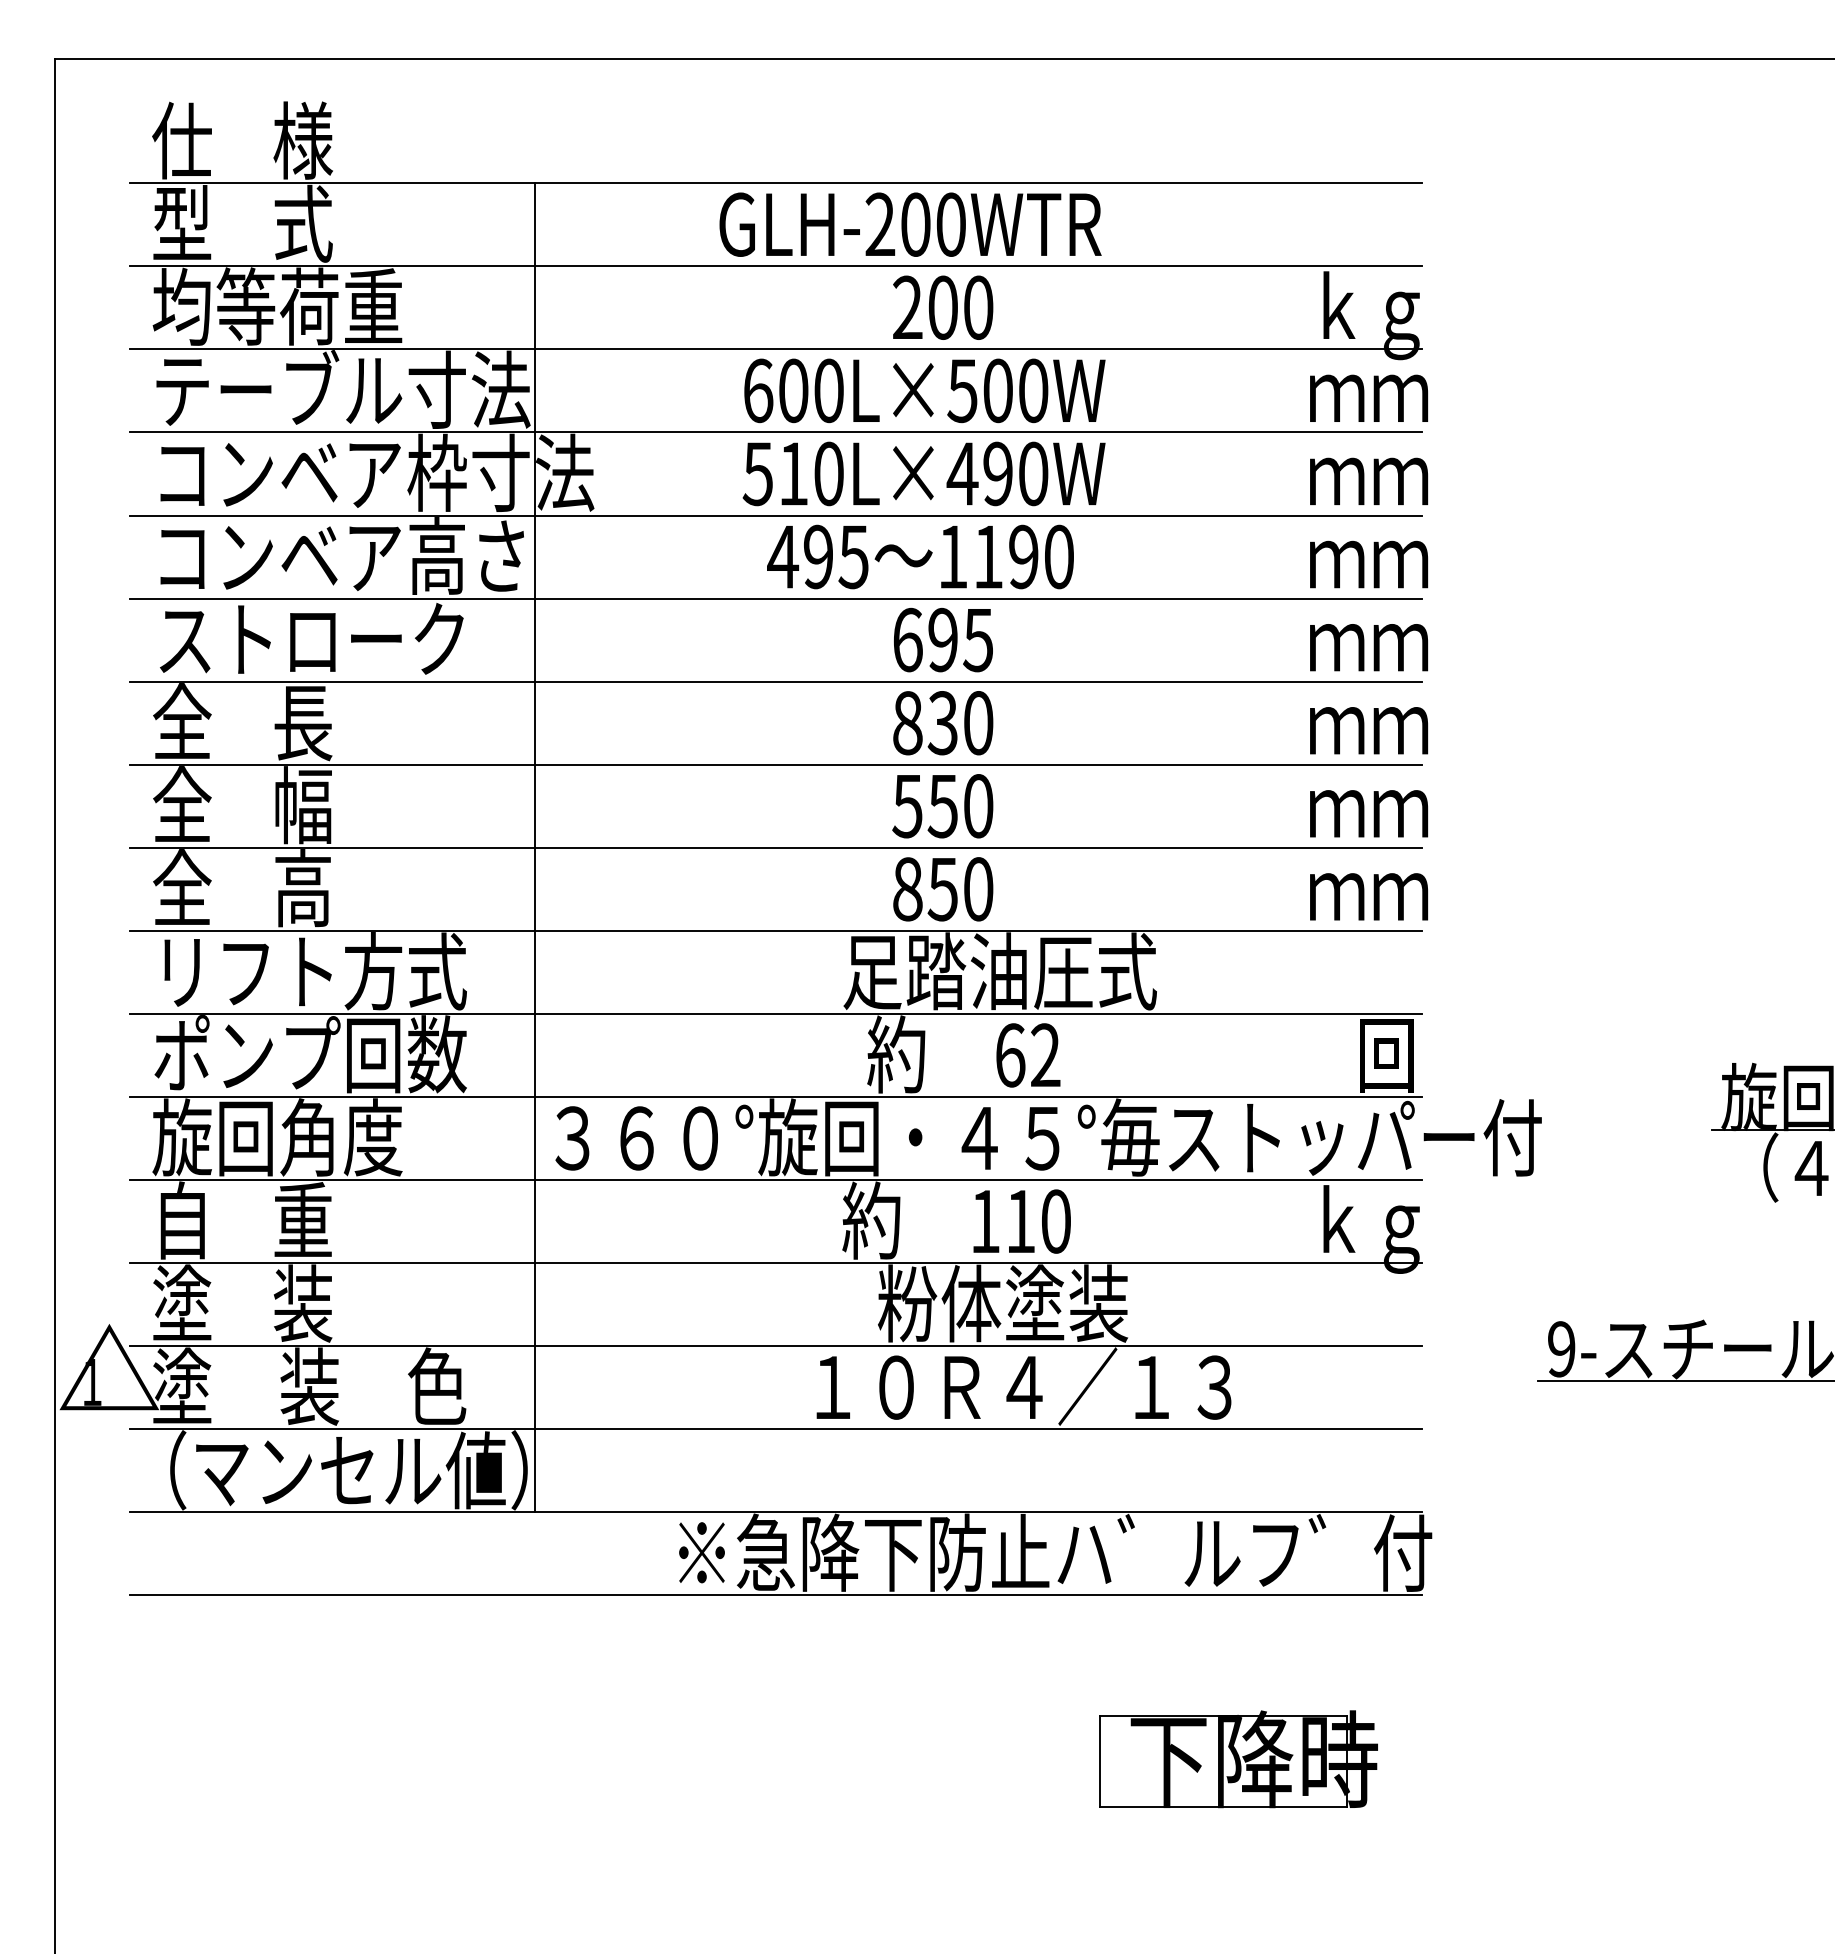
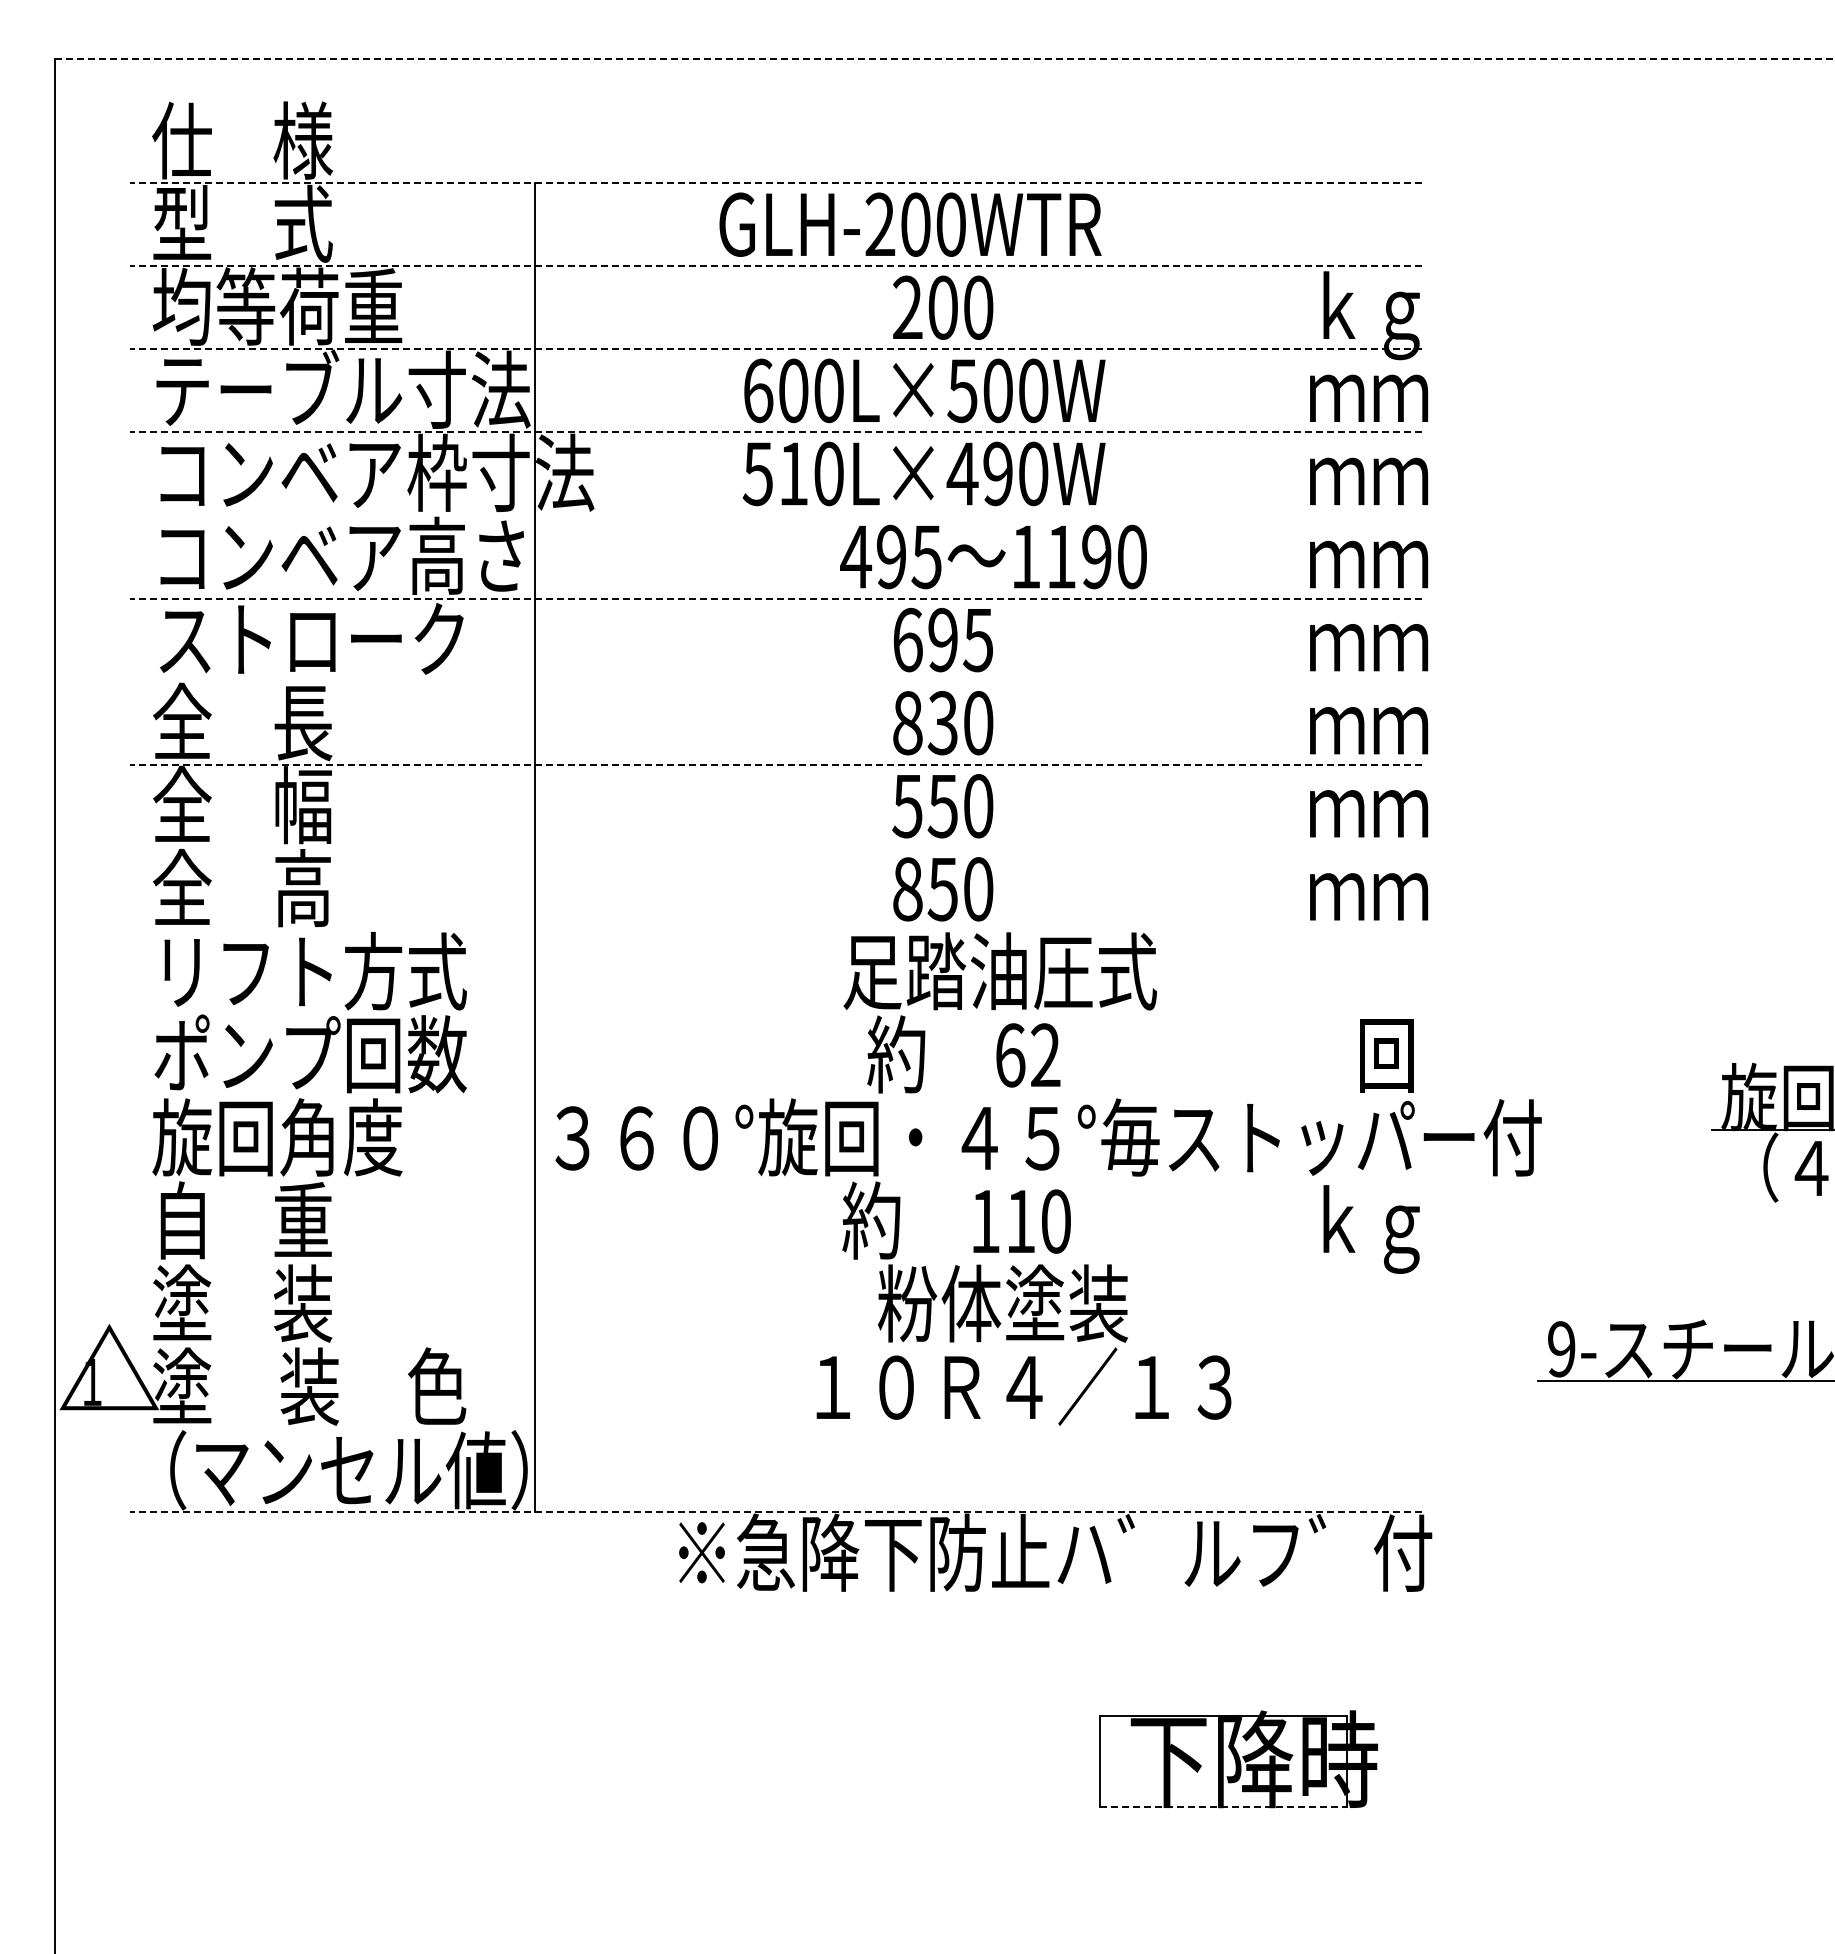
line at (945, 58): solid -> dashed
line at (775, 183): solid -> dashed
line at (775, 266): solid -> dashed
line at (775, 349): solid -> dashed
line at (775, 432): solid -> dashed
line at (775, 515): present -> none
text at (920, 556) position: (920, 556) -> (993, 556)
line at (775, 598): solid -> dashed
line at (775, 681): present -> none
line at (775, 764): solid -> dashed
line at (775, 847): present -> none
line at (775, 930): present -> none
line at (775, 1013): present -> none
line at (775, 1097): present -> none
line at (775, 1180): present -> none
line at (775, 1263): present -> none
line at (775, 1346): present -> none
line at (775, 1429): present -> none
line at (775, 1512): solid -> dashed
line at (775, 1595): present -> none
line at (1223, 1806): solid -> dashed
